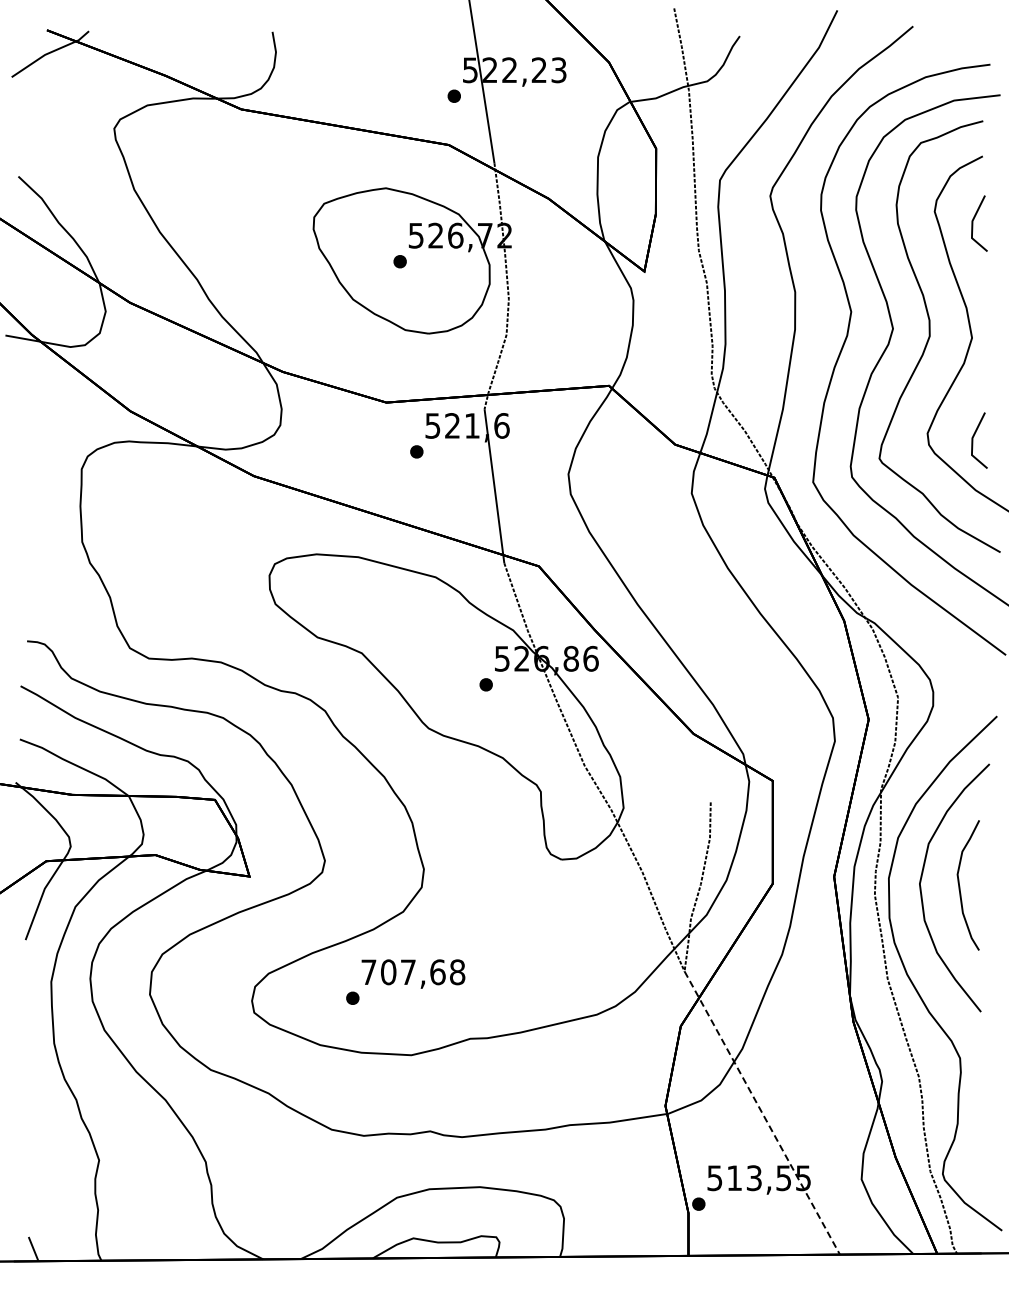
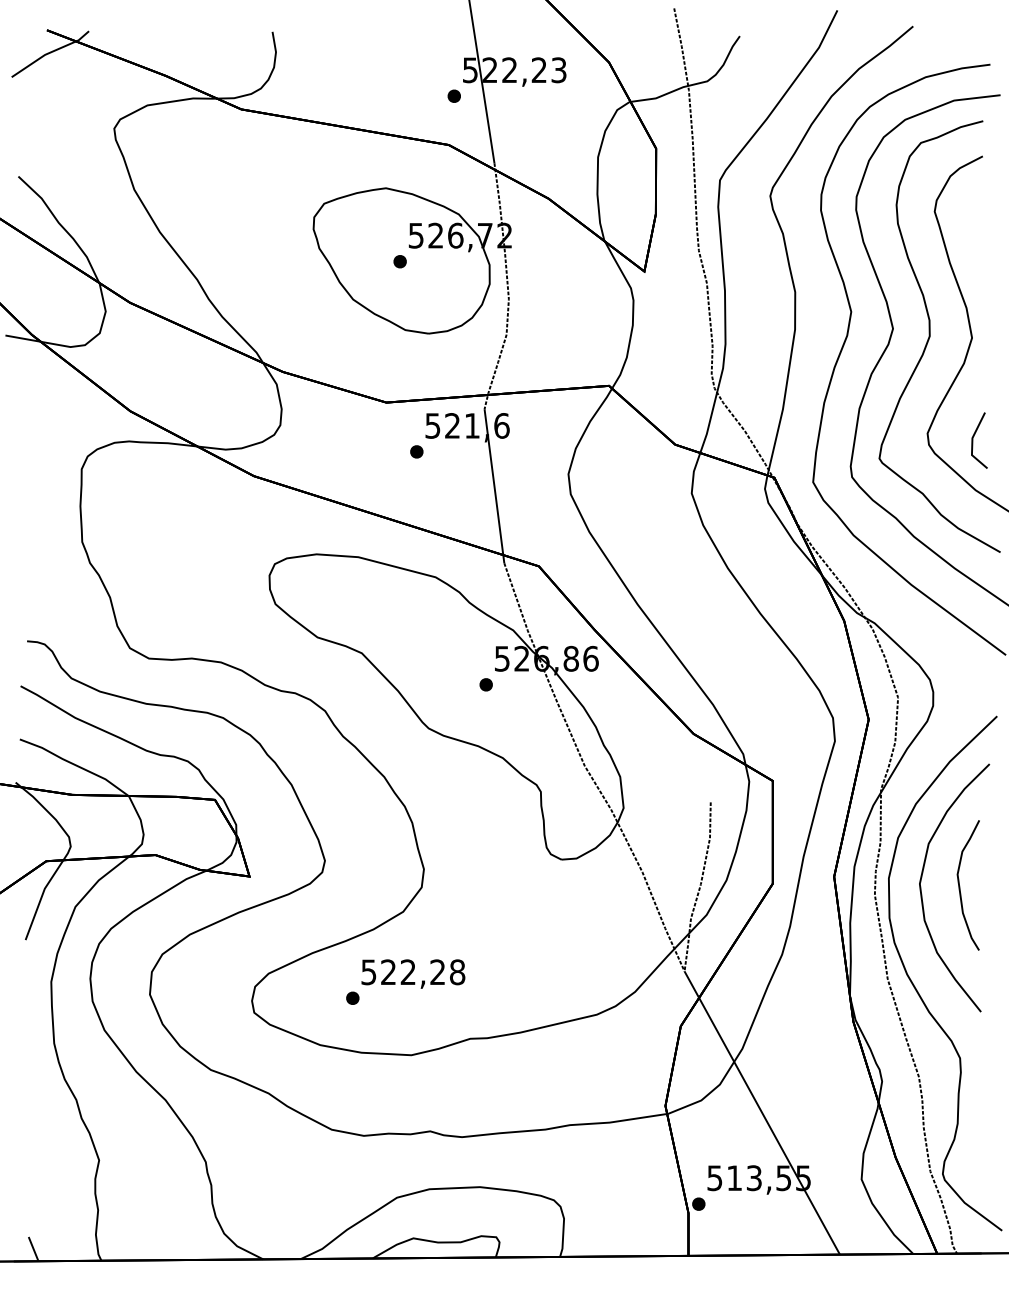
part at (979, 223): present -> none
text at (403, 972): 707,68 -> 522,28
line at (762, 1113): dashed -> solid
